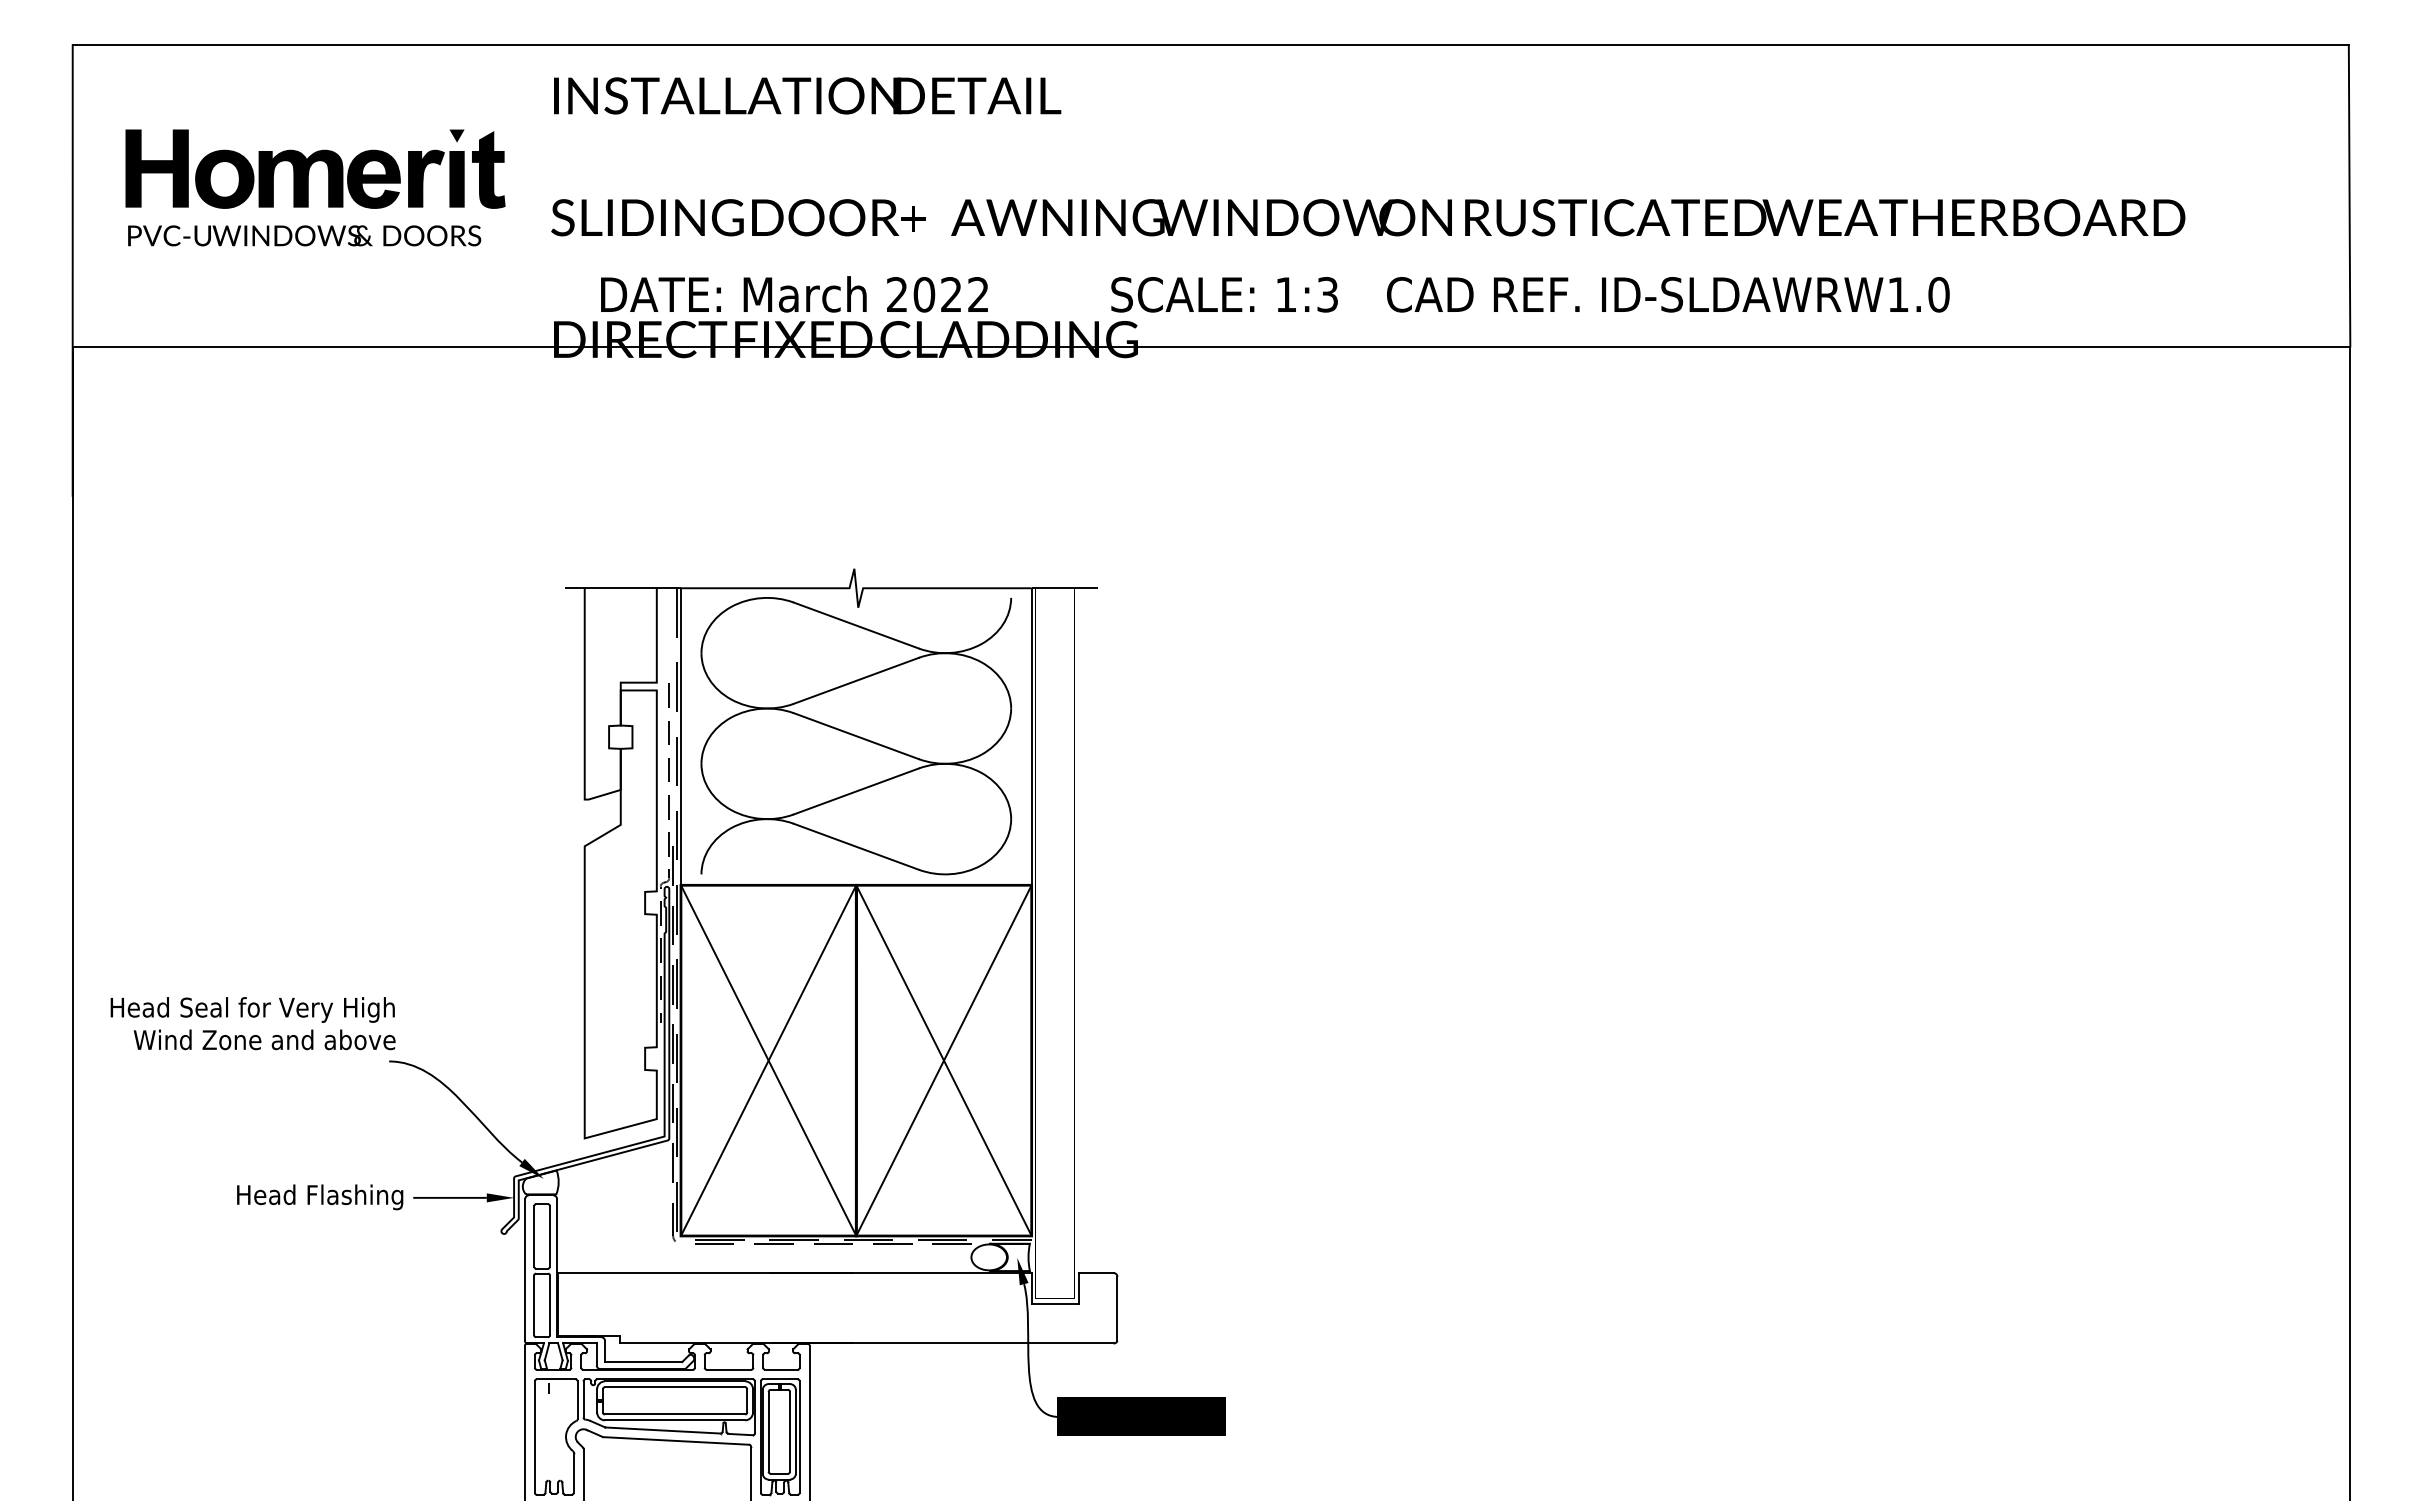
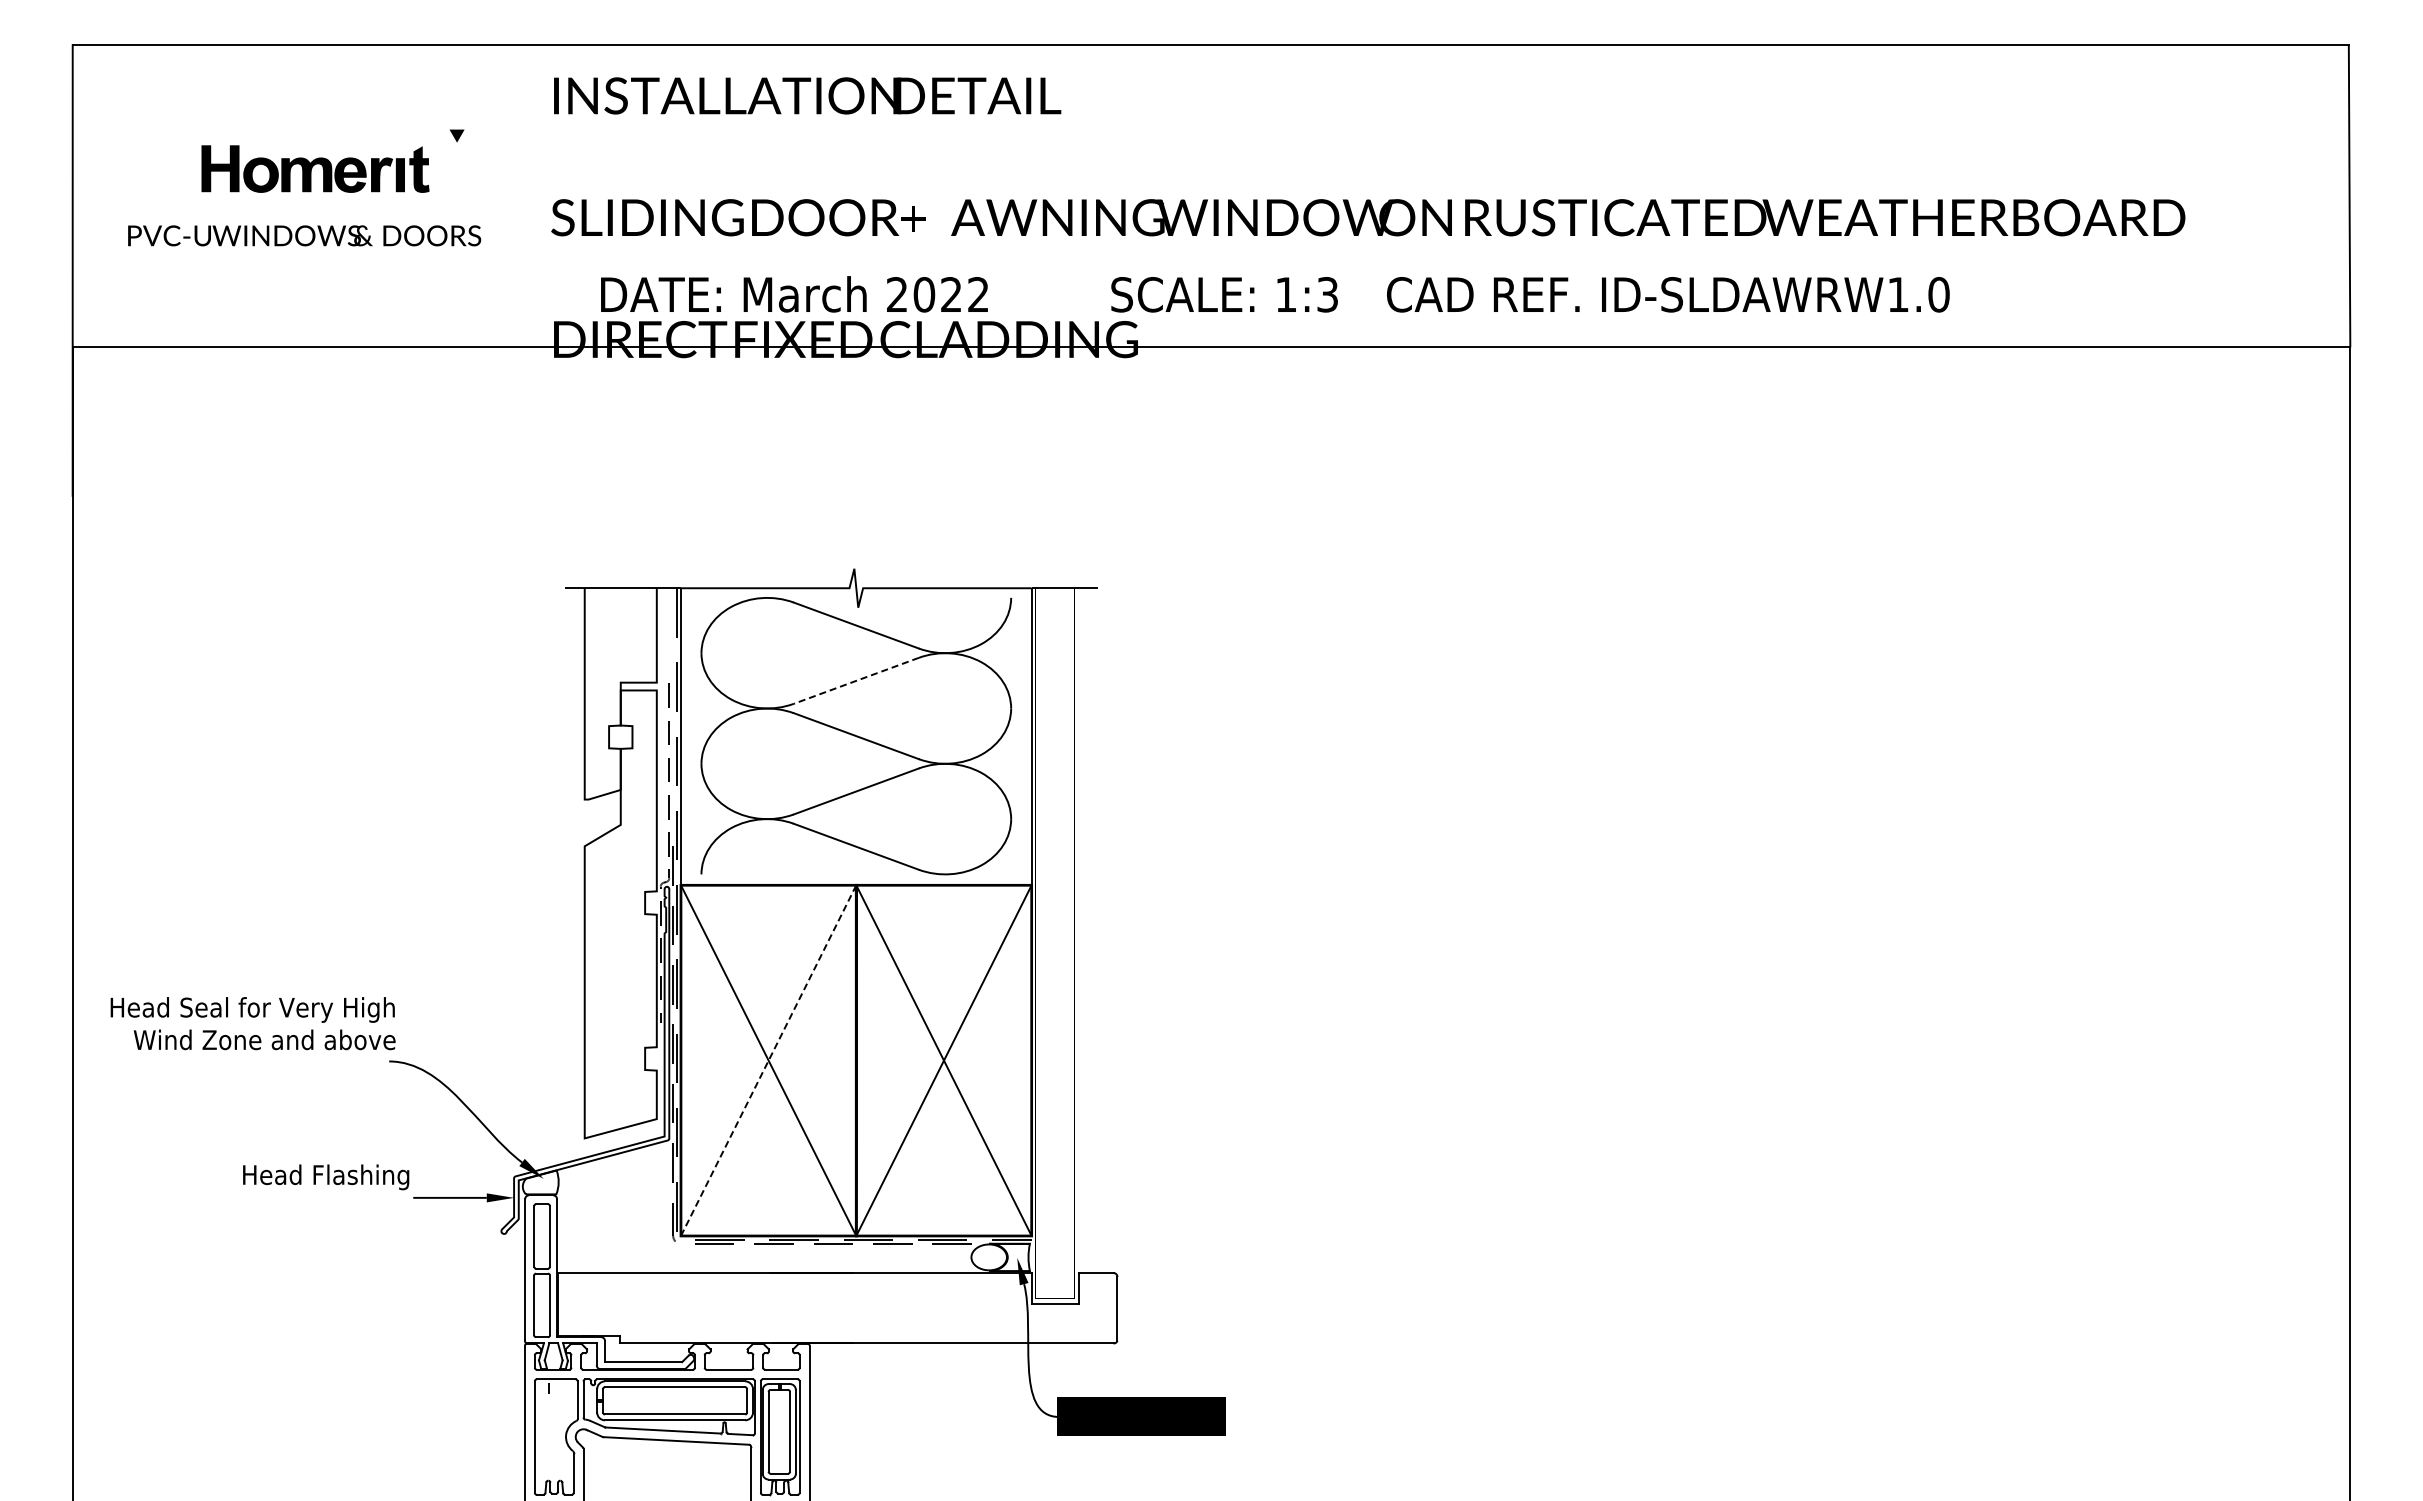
part at (315, 168) size: 381x80 px -> 229x48 px
line at (856, 680): solid -> dashed
line at (768, 1060): solid -> dashed
text at (320, 1197) position: (320, 1197) -> (326, 1177)
